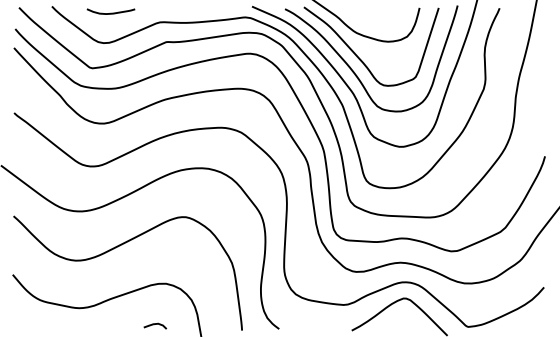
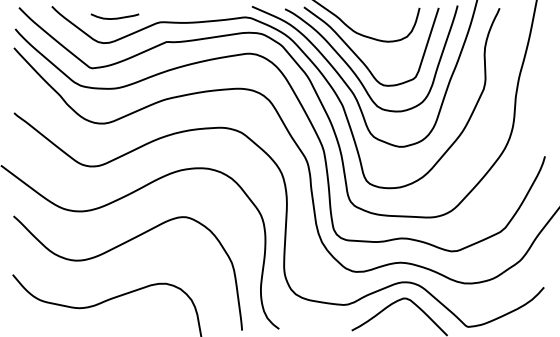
curve at (110, 12) position: (110, 12) -> (114, 17)
curve at (155, 324): present -> none
